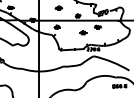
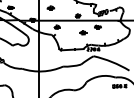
part at (58, 7) position: (58, 7) -> (50, 7)
